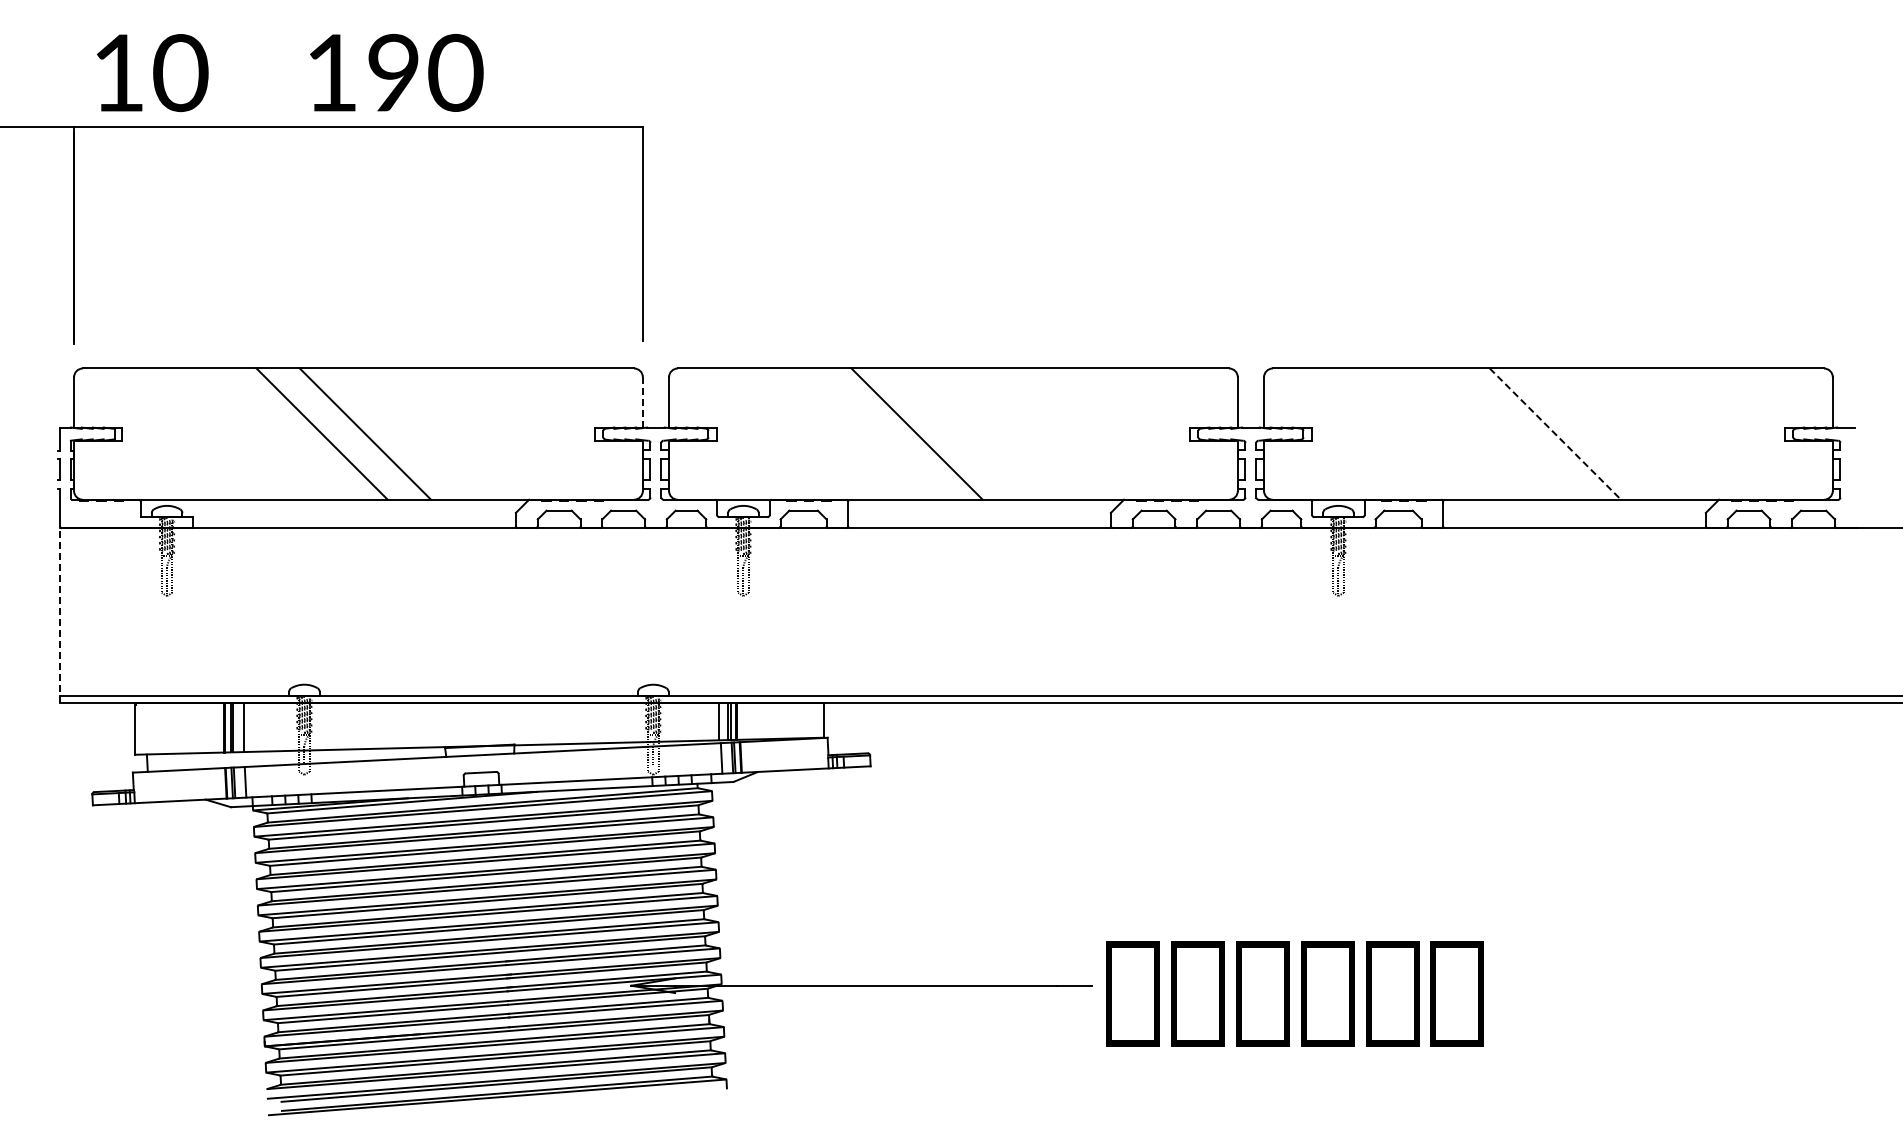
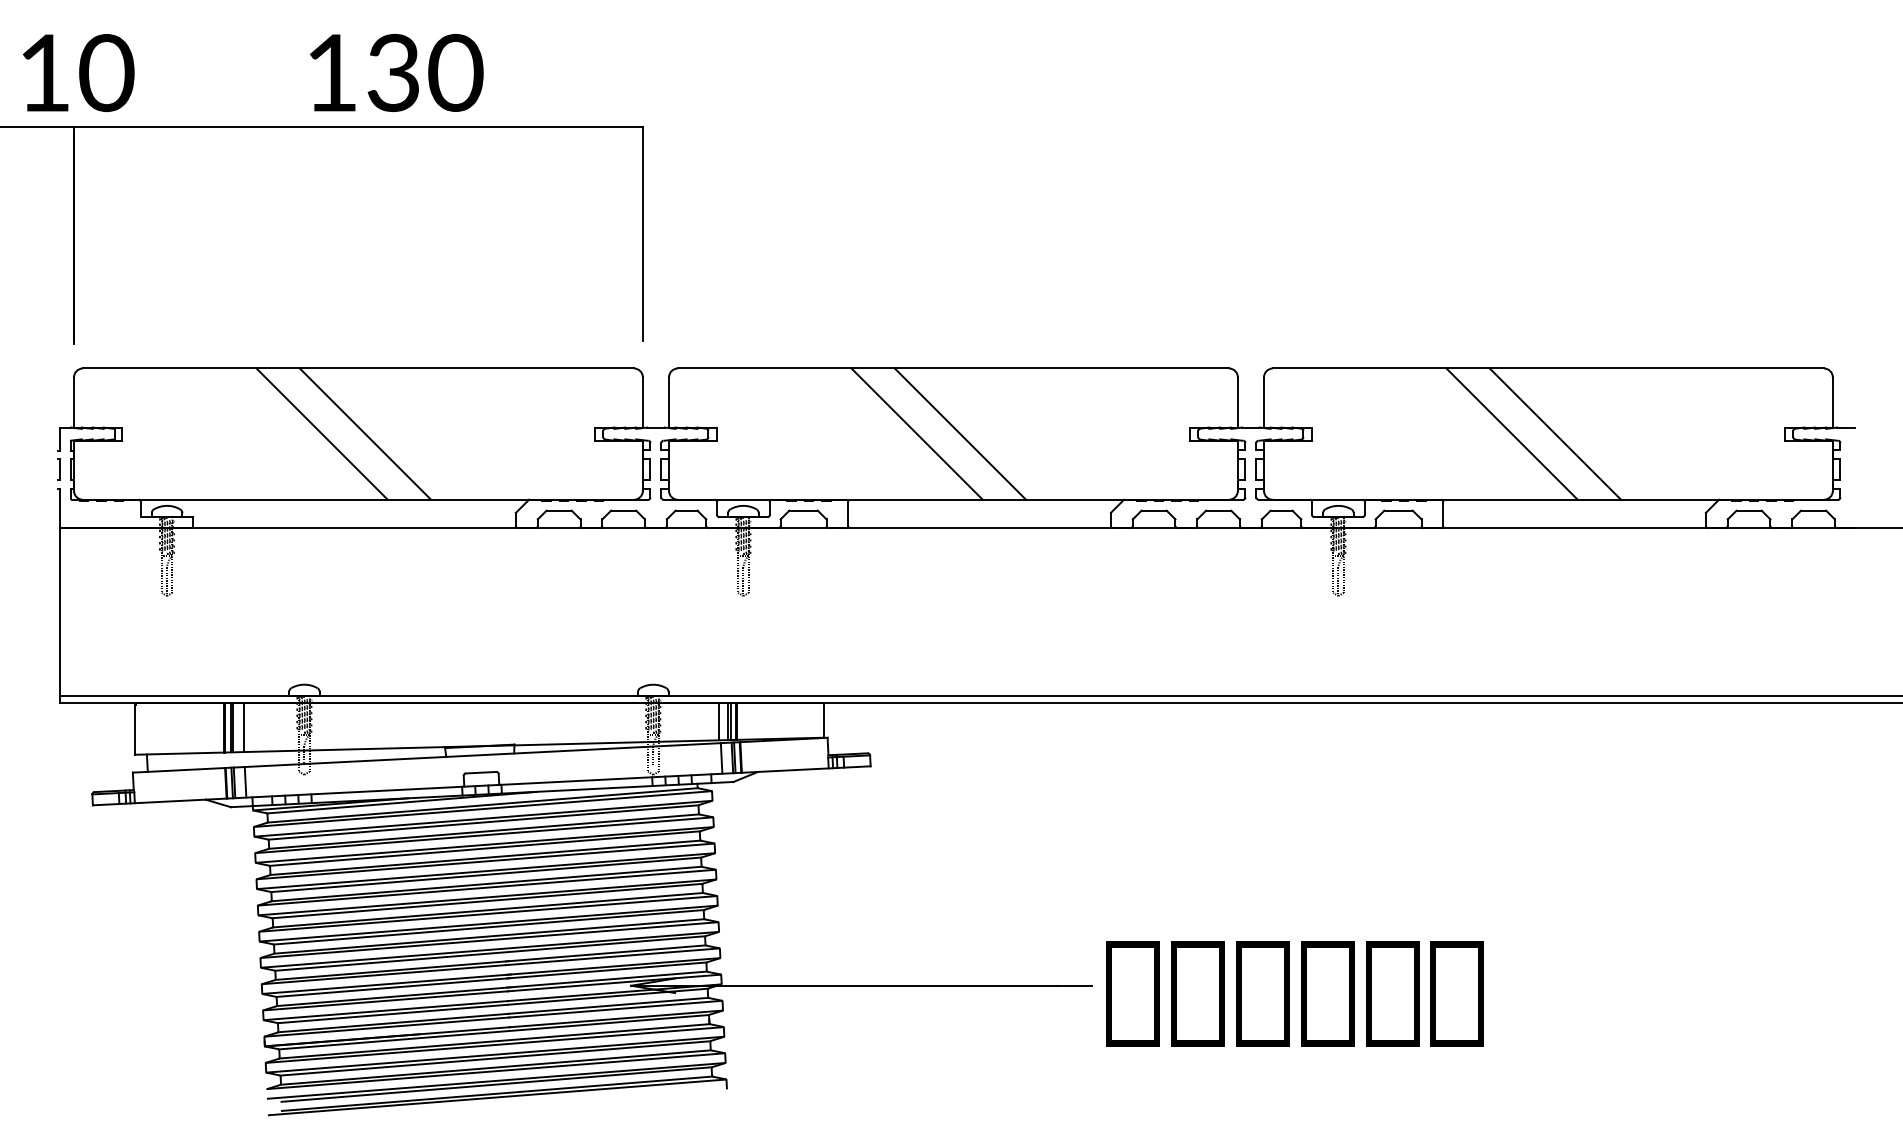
text at (152, 73) position: (152, 73) -> (78, 73)
text at (392, 73): 190 -> 130
line at (642, 401): dashed -> solid
line at (960, 433): none -> present
line at (1511, 433): none -> present
line at (1555, 434): dashed -> solid
line at (59, 615): dashed -> solid
